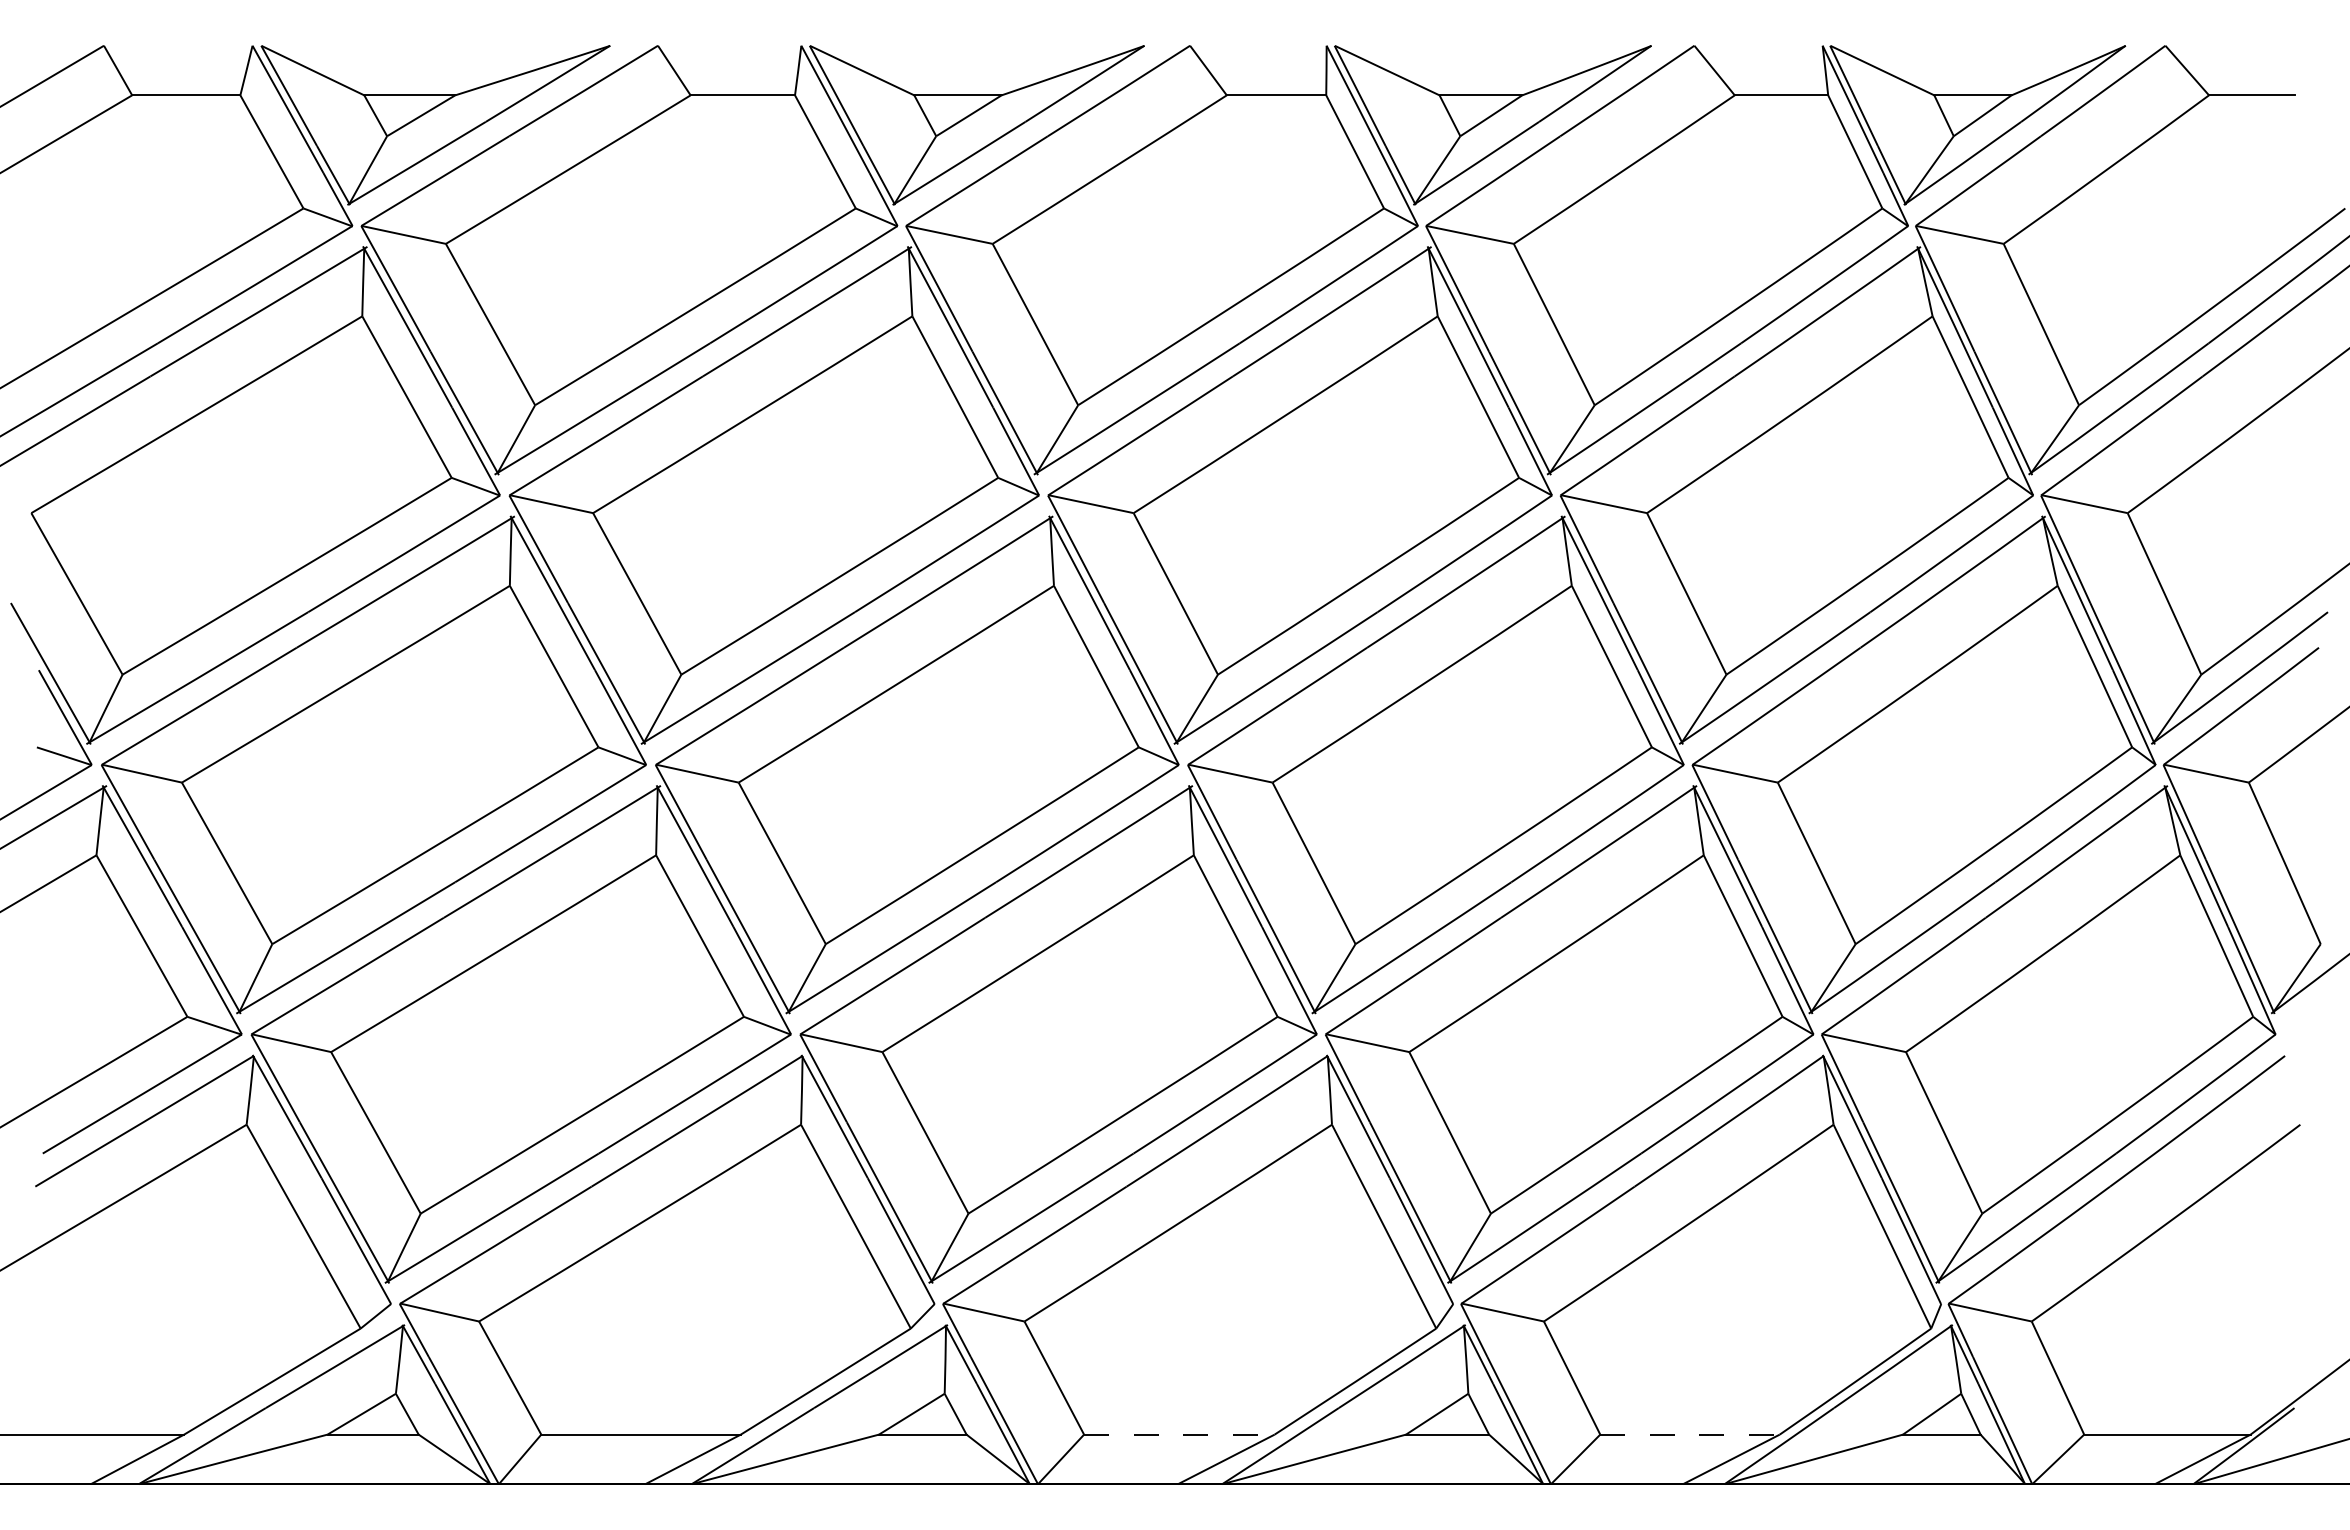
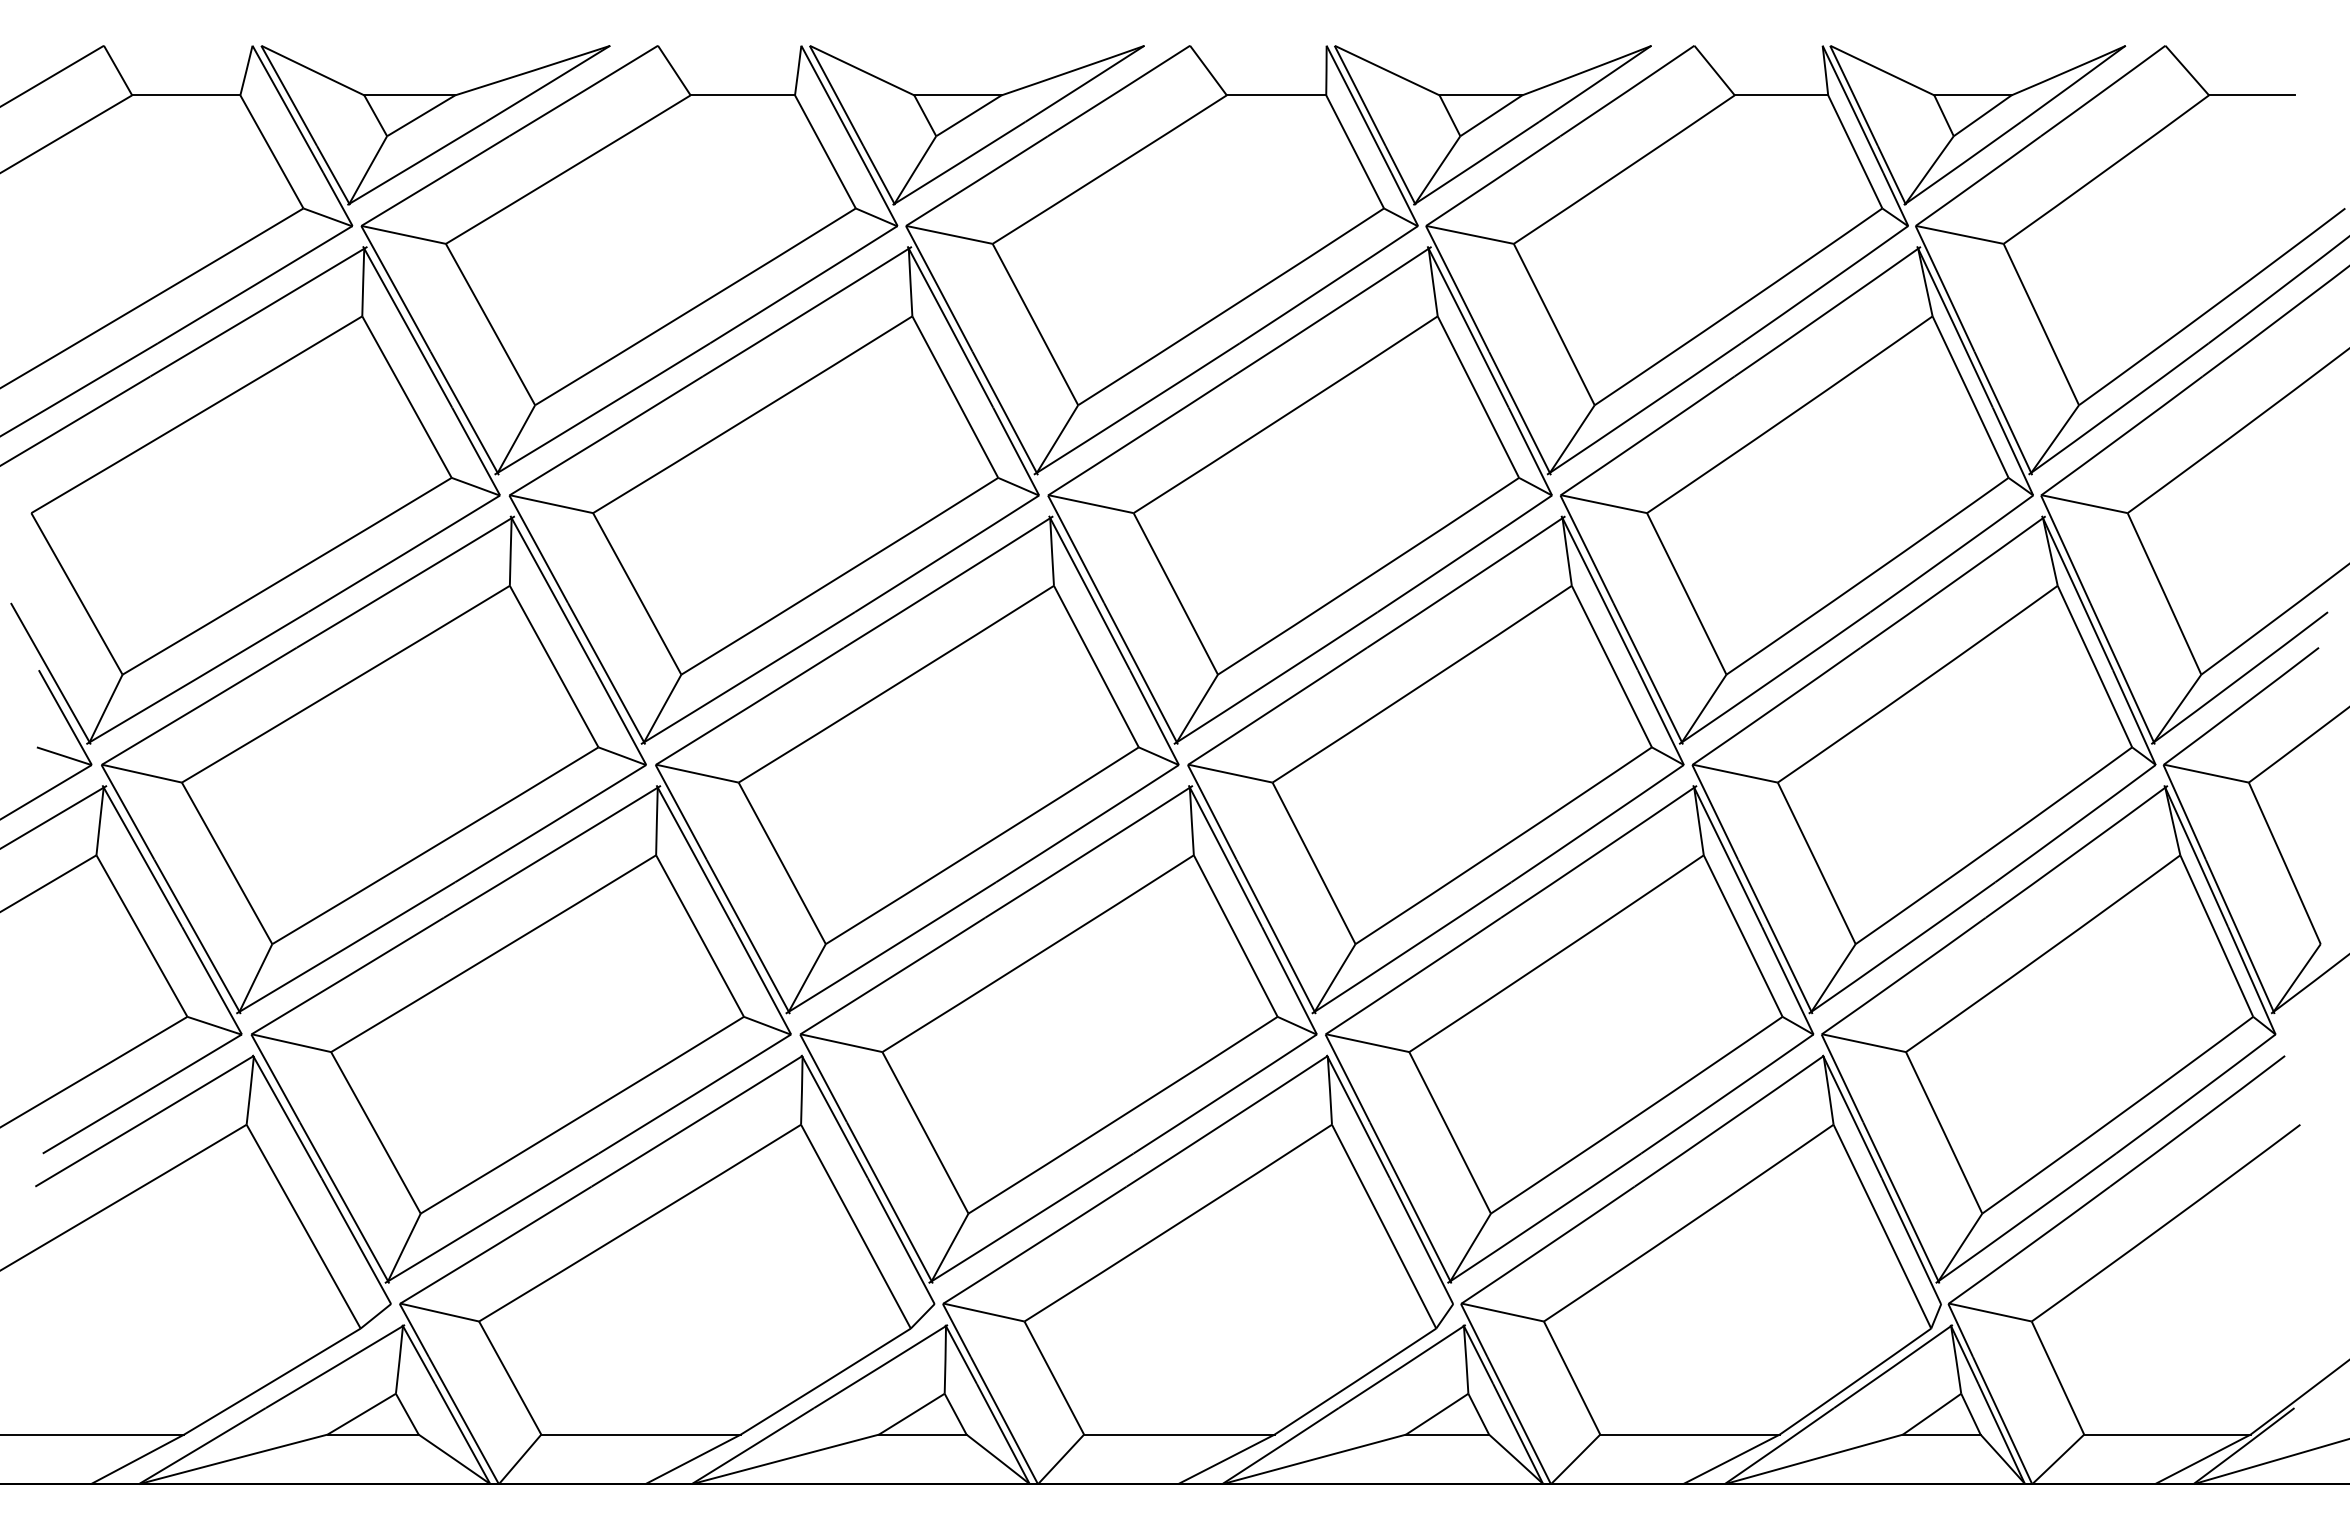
line at (1179, 1434): dashed -> solid
line at (1690, 1434): dashed -> solid
